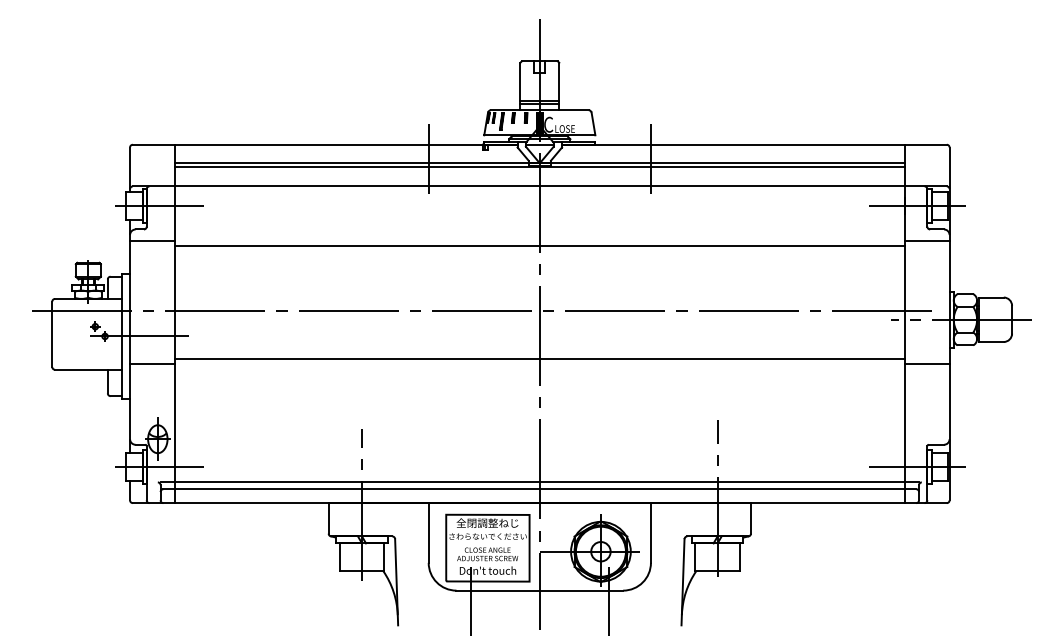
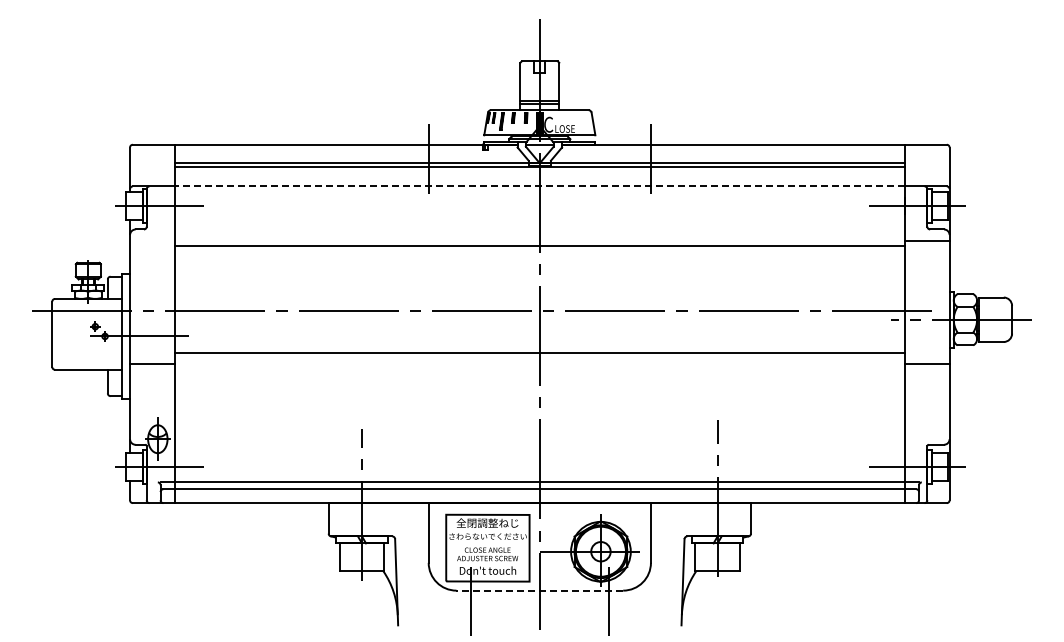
line at (539, 186): solid -> dashed
line at (152, 241): present -> none
line at (539, 358) position: (539, 358) -> (539, 352)
line at (539, 590): solid -> dashed
